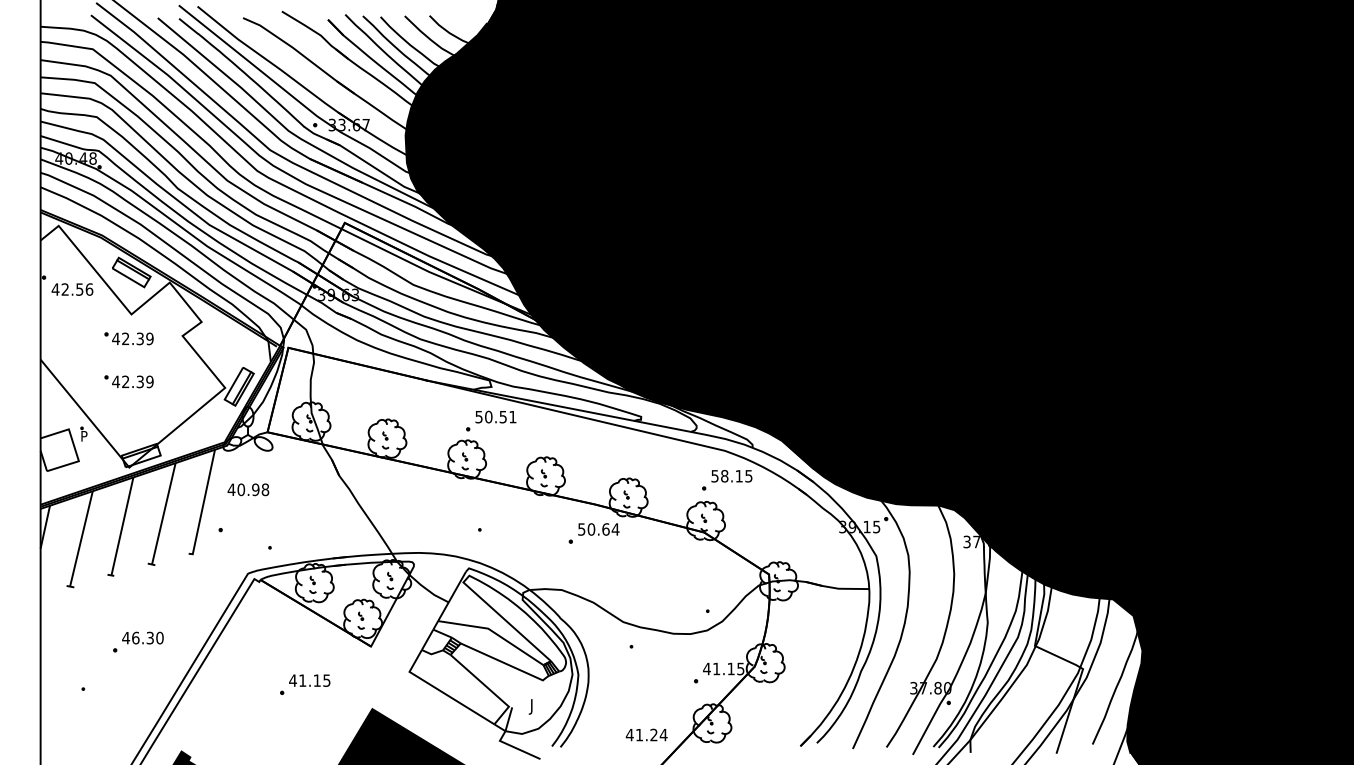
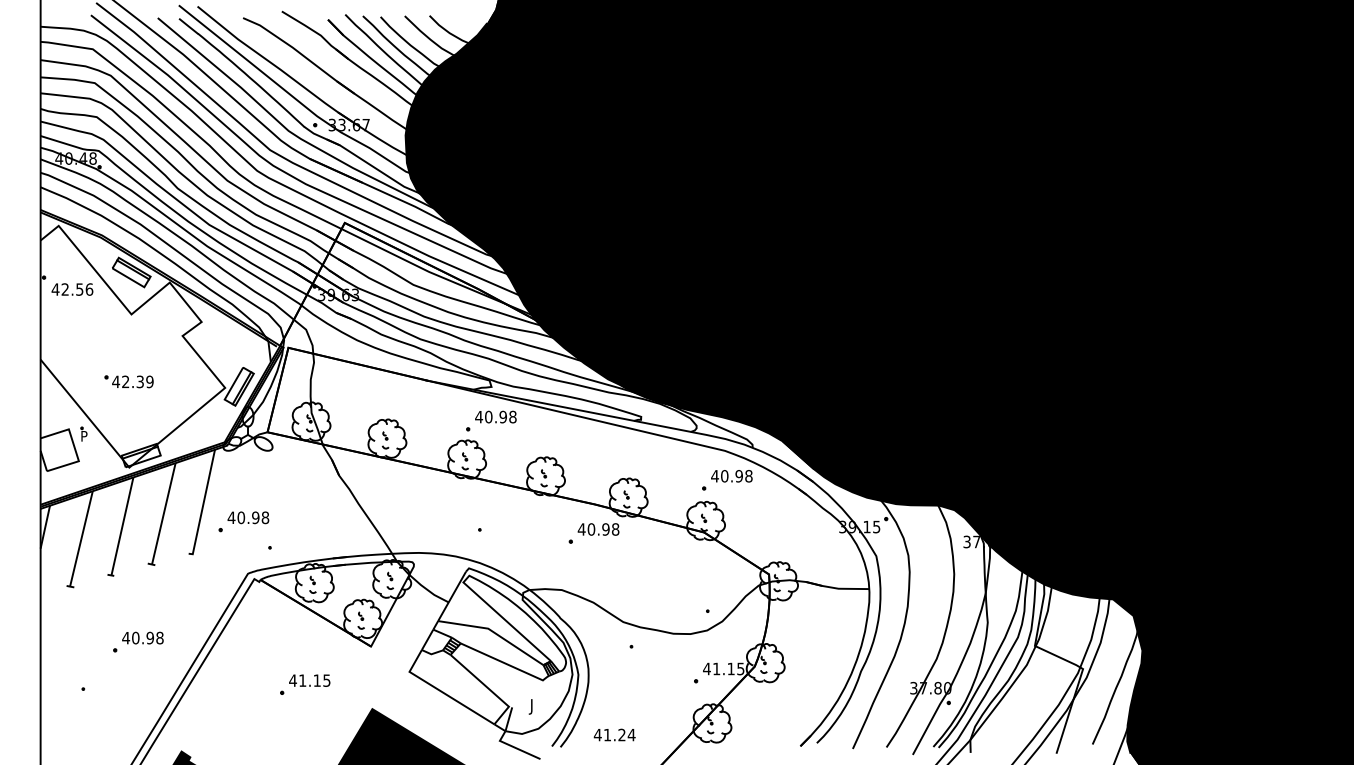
part at (128, 338): present -> none
text at (495, 416): 50.51 -> 40.98
text at (731, 476): 58.15 -> 40.98
text at (248, 489) position: (248, 489) -> (248, 517)
text at (598, 529): 50.64 -> 40.98
text at (147, 637): 46.30 -> 40.98
text at (646, 734) position: (646, 734) -> (614, 734)
